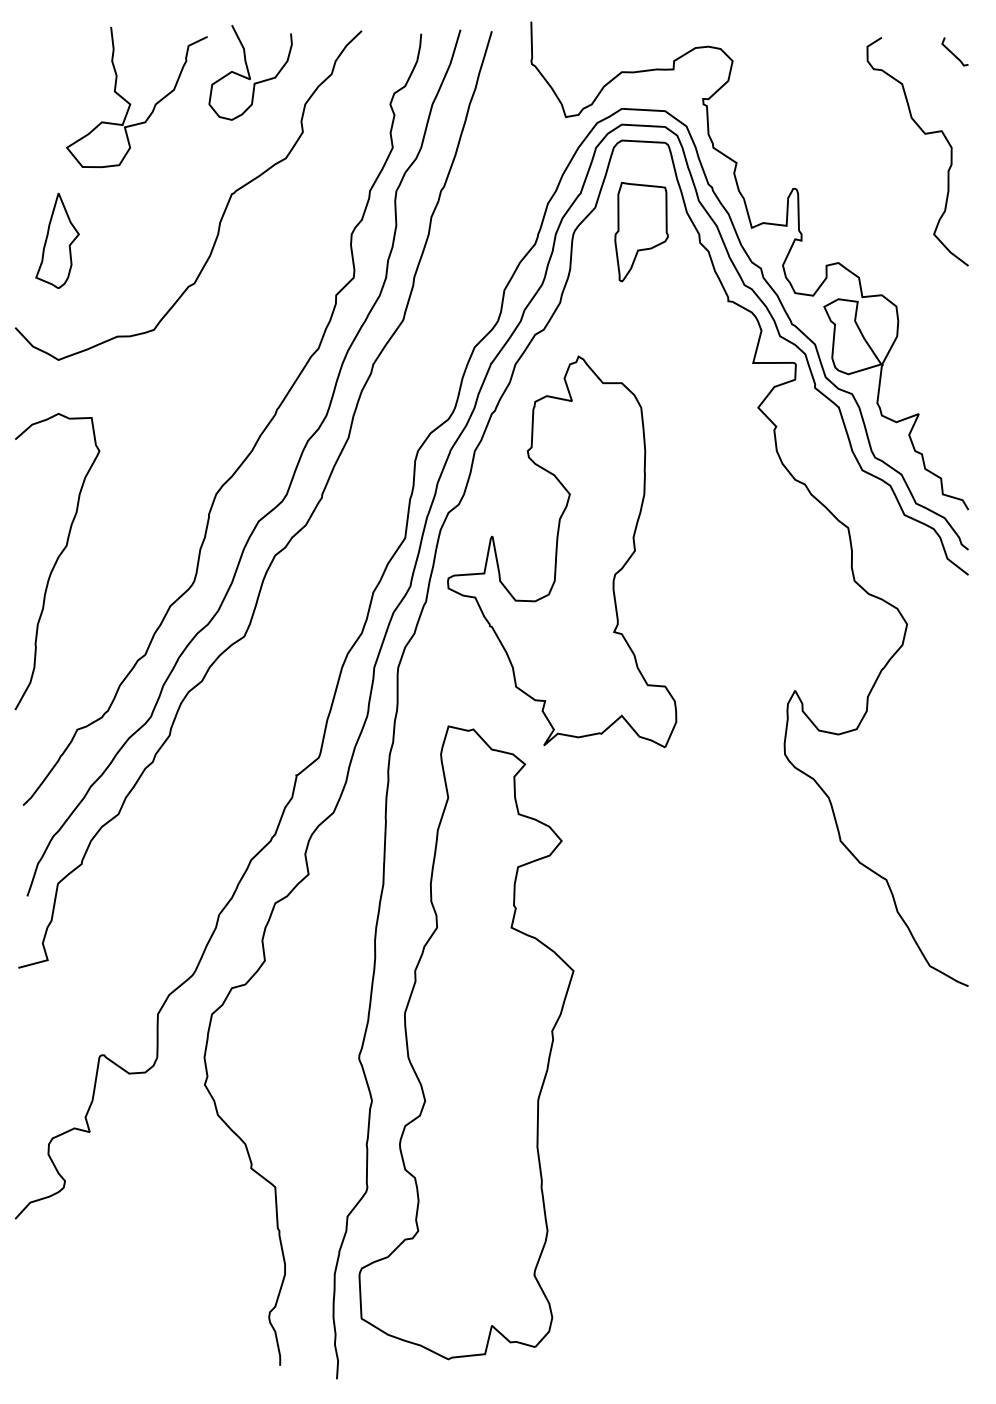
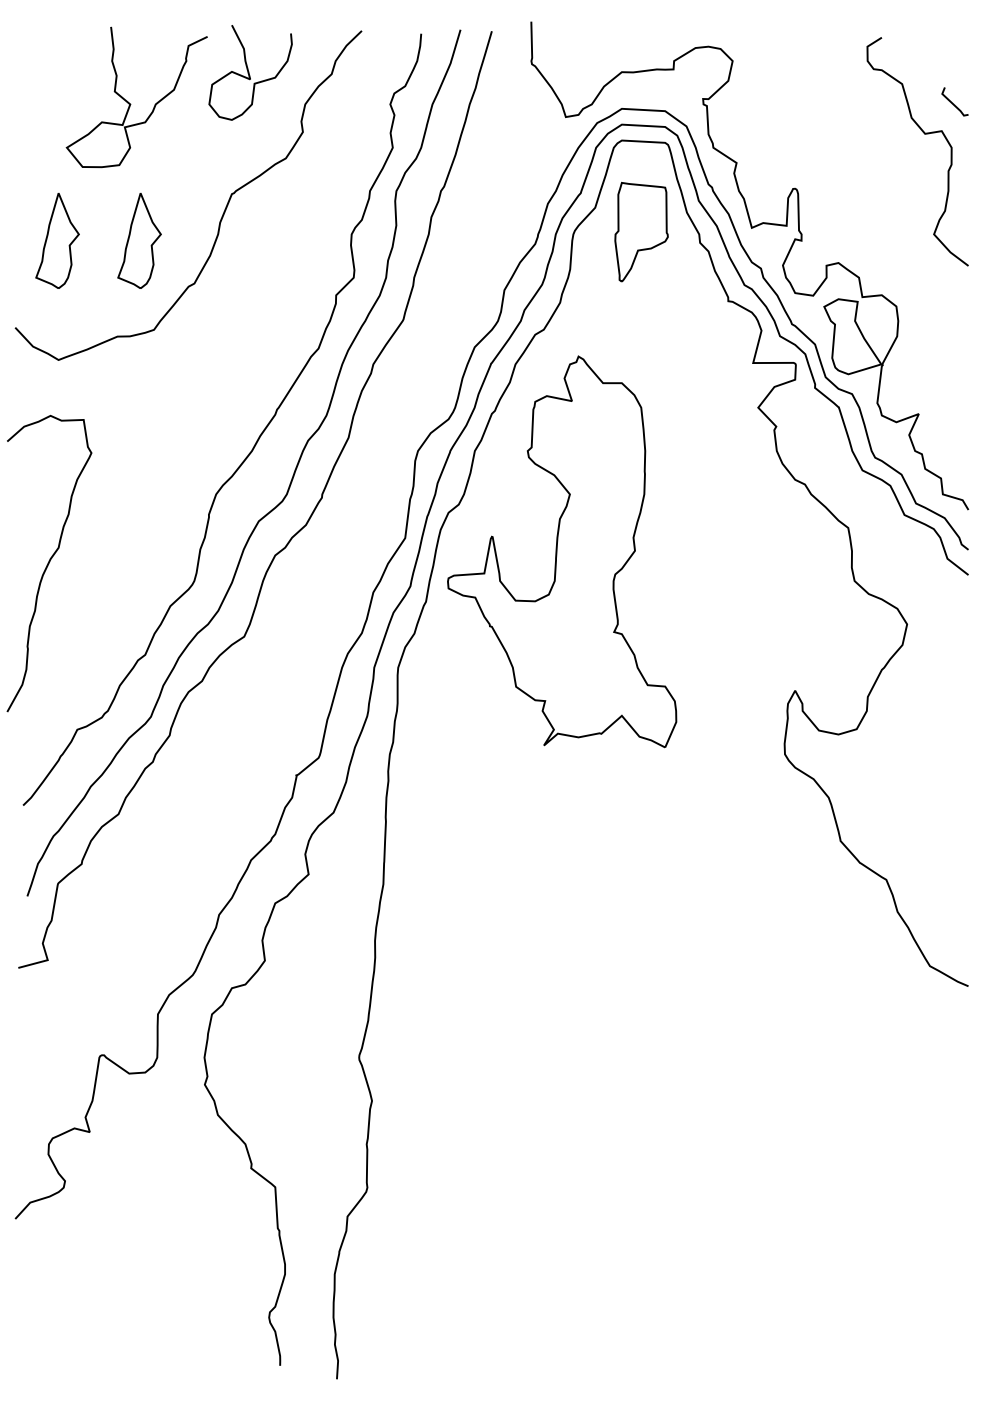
line at (952, 52) position: (952, 52) -> (952, 102)
part at (139, 240): none -> present
curve at (57, 561) position: (57, 561) -> (49, 563)
part at (466, 1042): present -> none
